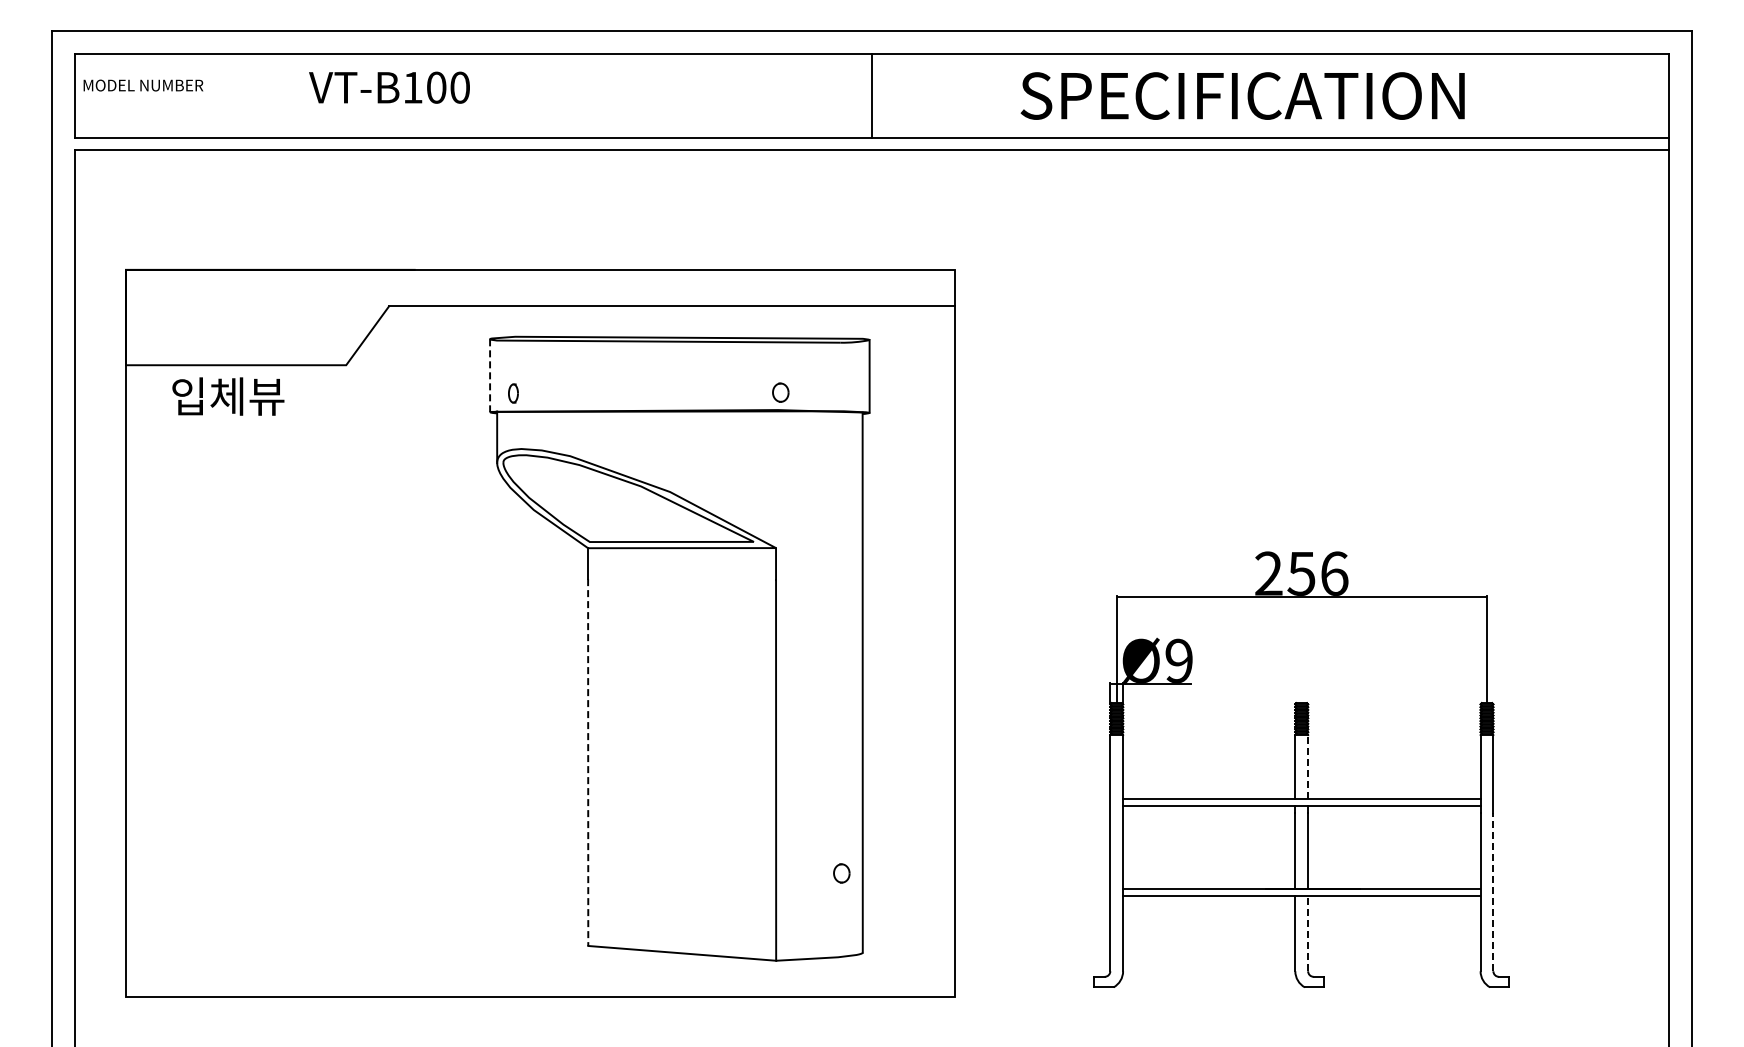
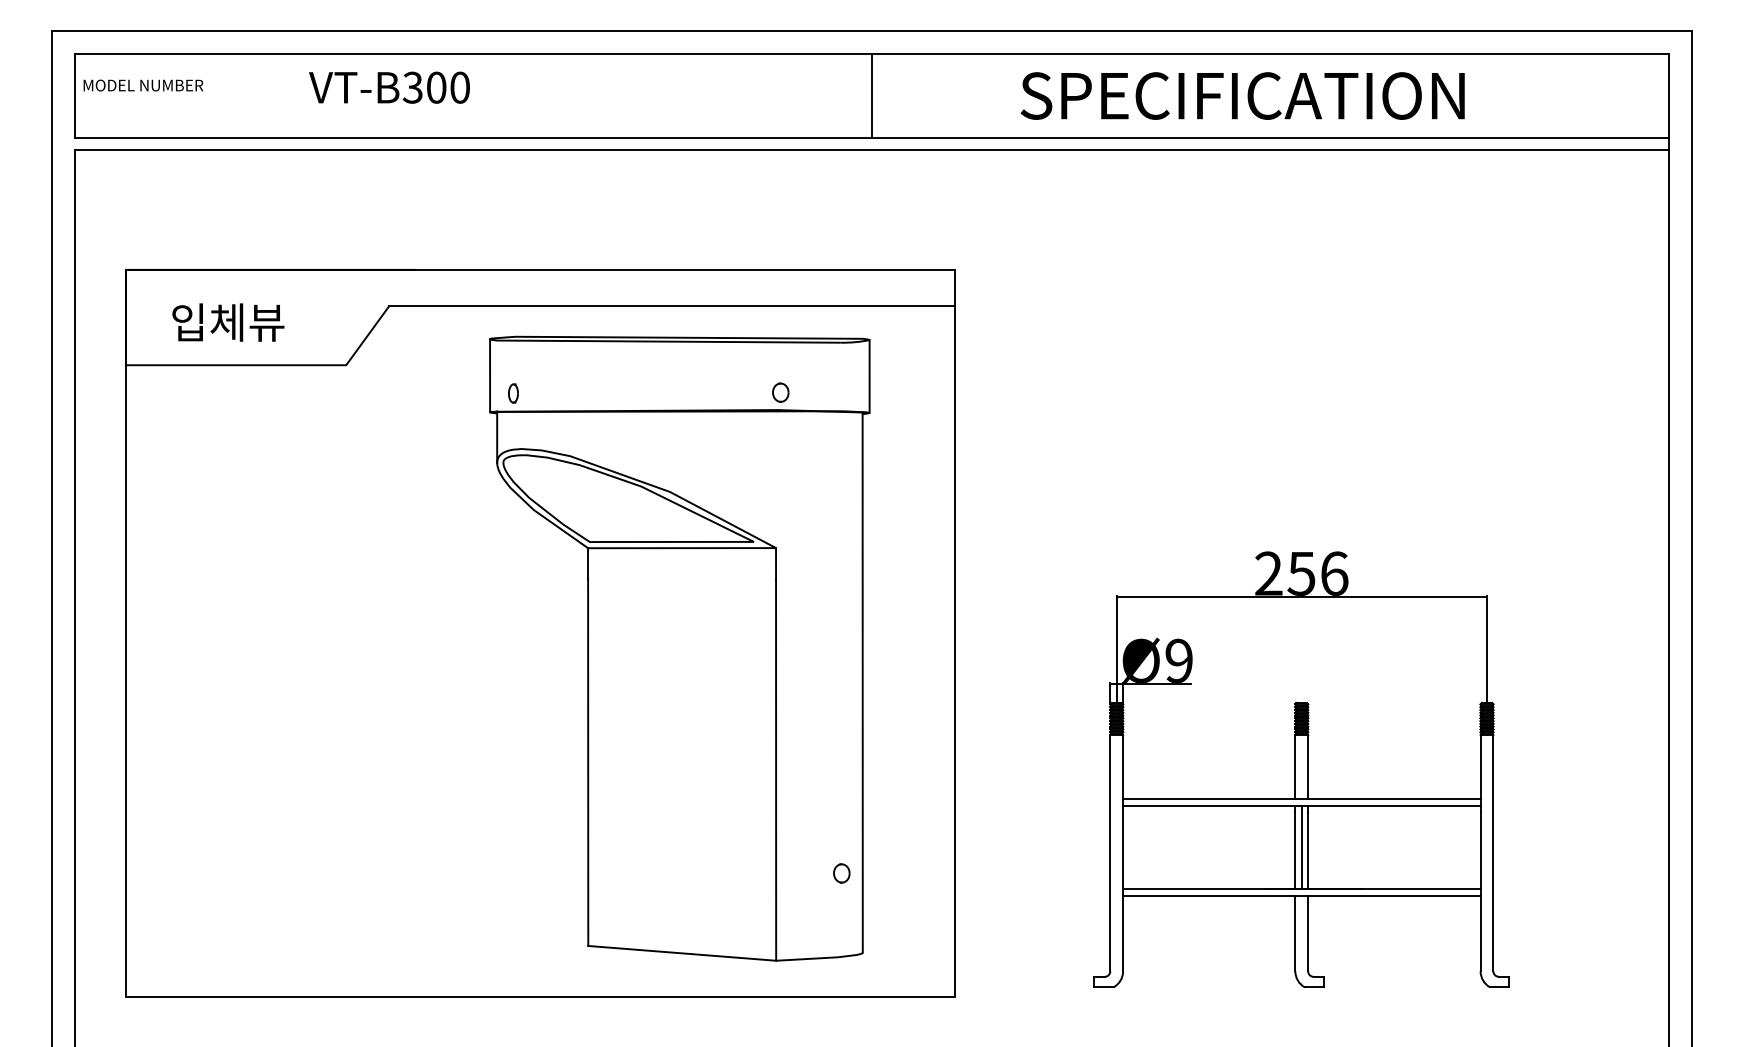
text at (412, 87): VT-B100 -> VT-B300
line at (490, 375): dashed -> solid
text at (228, 396) position: (228, 396) -> (228, 322)
line at (588, 763): dashed -> solid
line at (1308, 766): dashed -> solid
line at (1301, 847): none -> present
line at (1493, 891): dashed -> solid
line at (1308, 933): dashed -> solid
